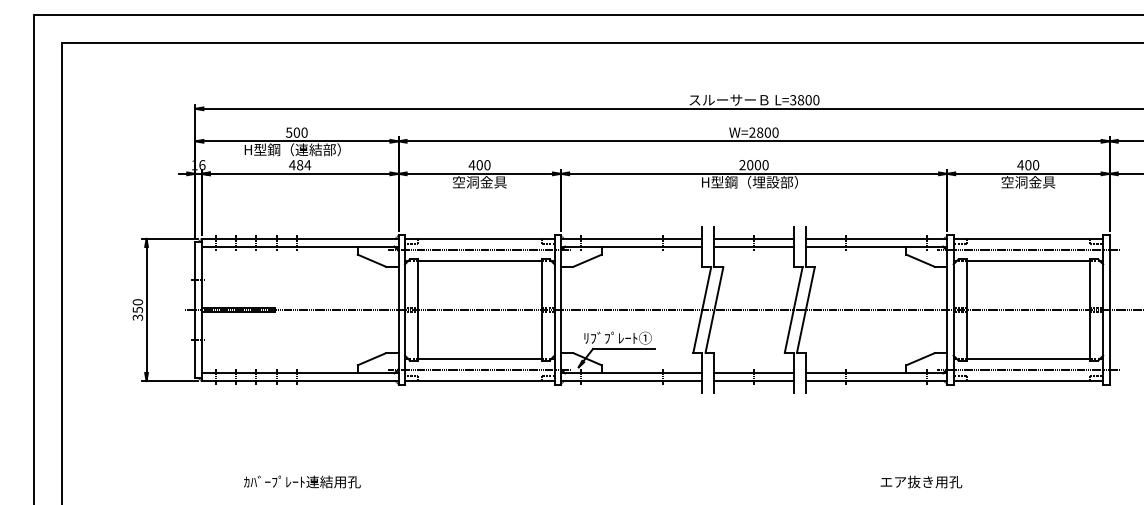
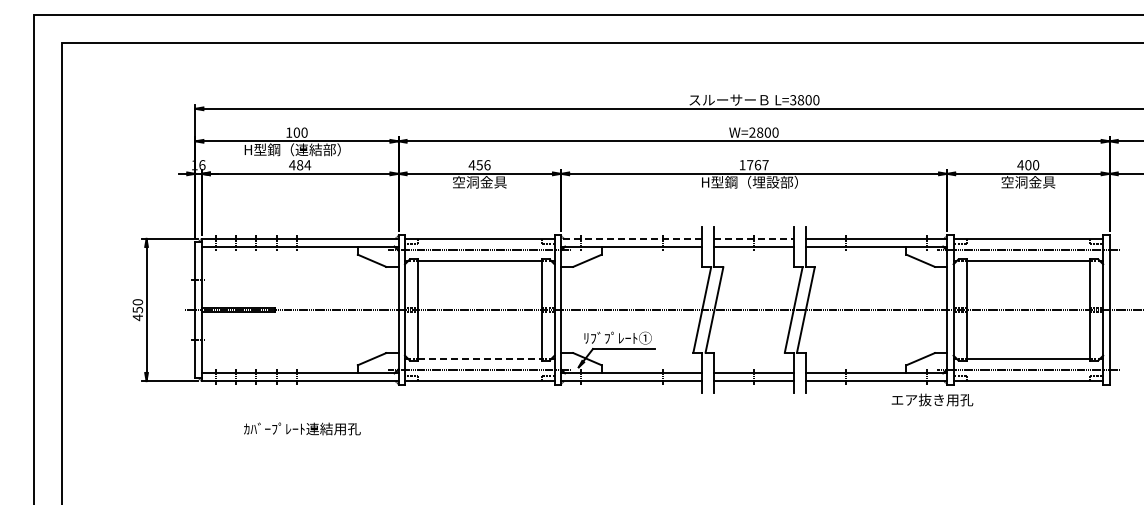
text at (289, 132): 500 -> 100
text at (483, 165): 400 -> 456
text at (753, 165): 2000 -> 1767
line at (631, 238): solid -> dashed
line at (754, 238): solid -> dashed
text at (137, 317): 350 -> 450
line at (479, 358): solid -> dashed
text at (302, 481) position: (302, 481) -> (302, 428)
text at (921, 481) position: (921, 481) -> (932, 399)
